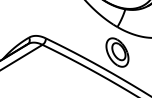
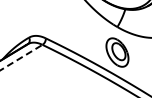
line at (21, 57): solid -> dashed
